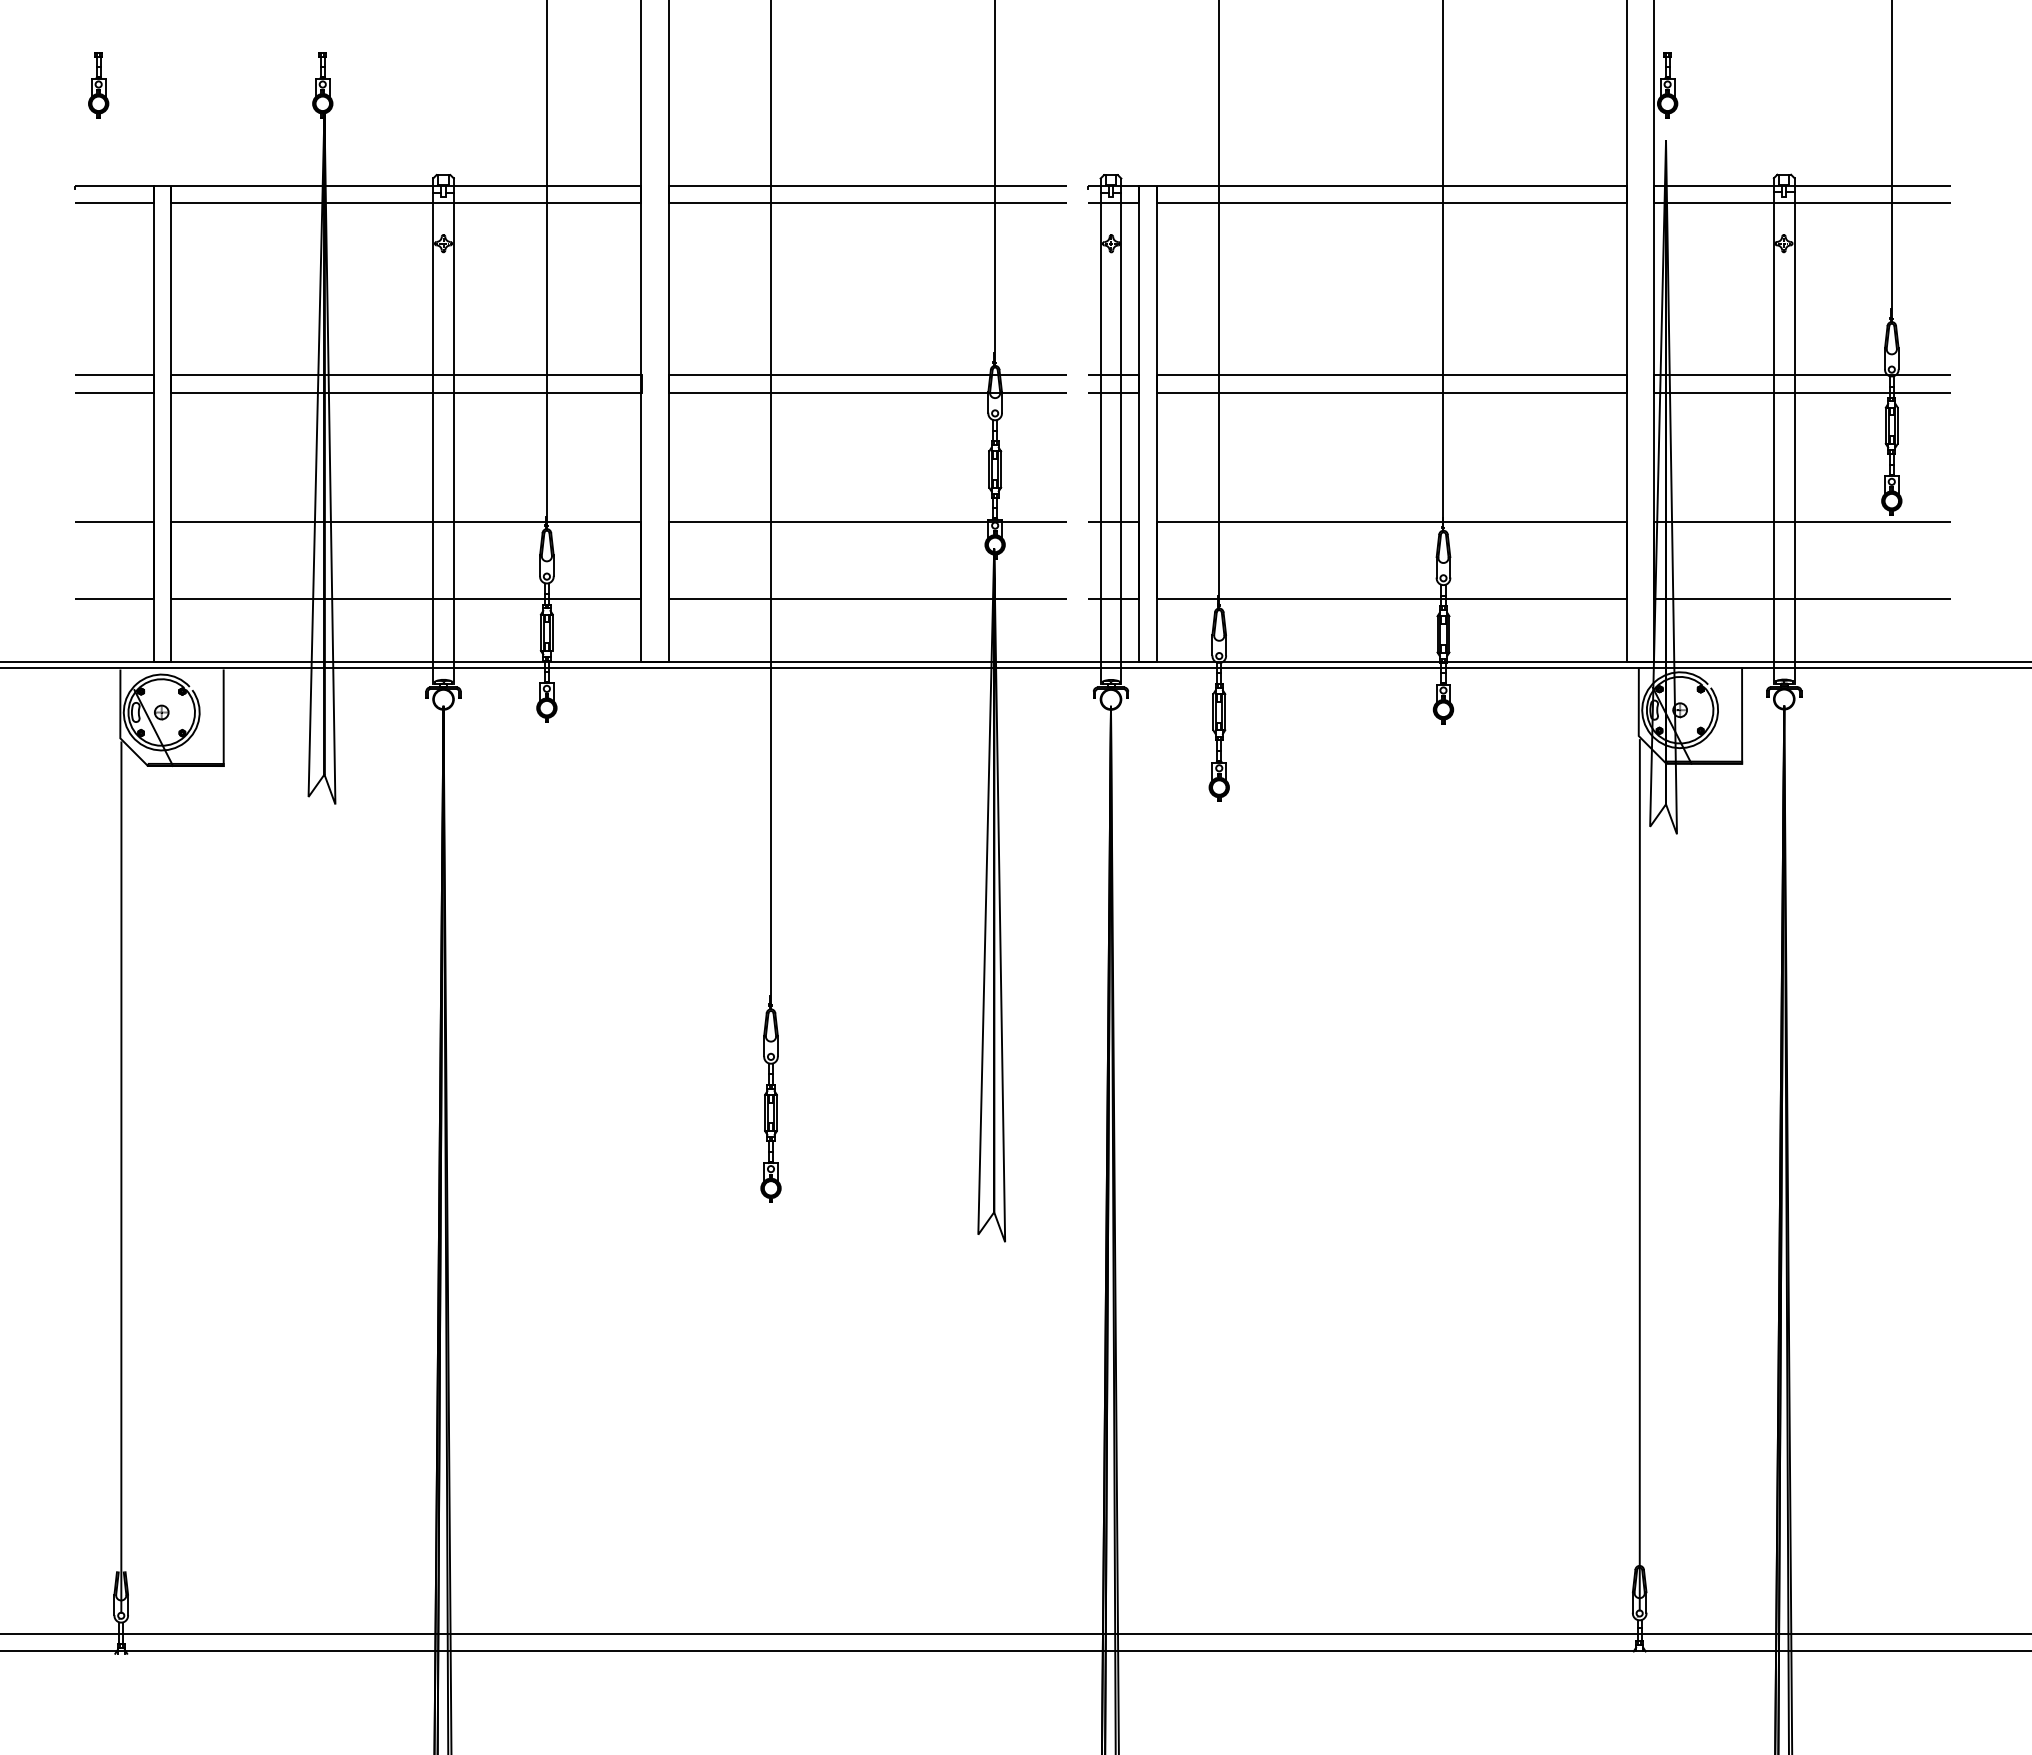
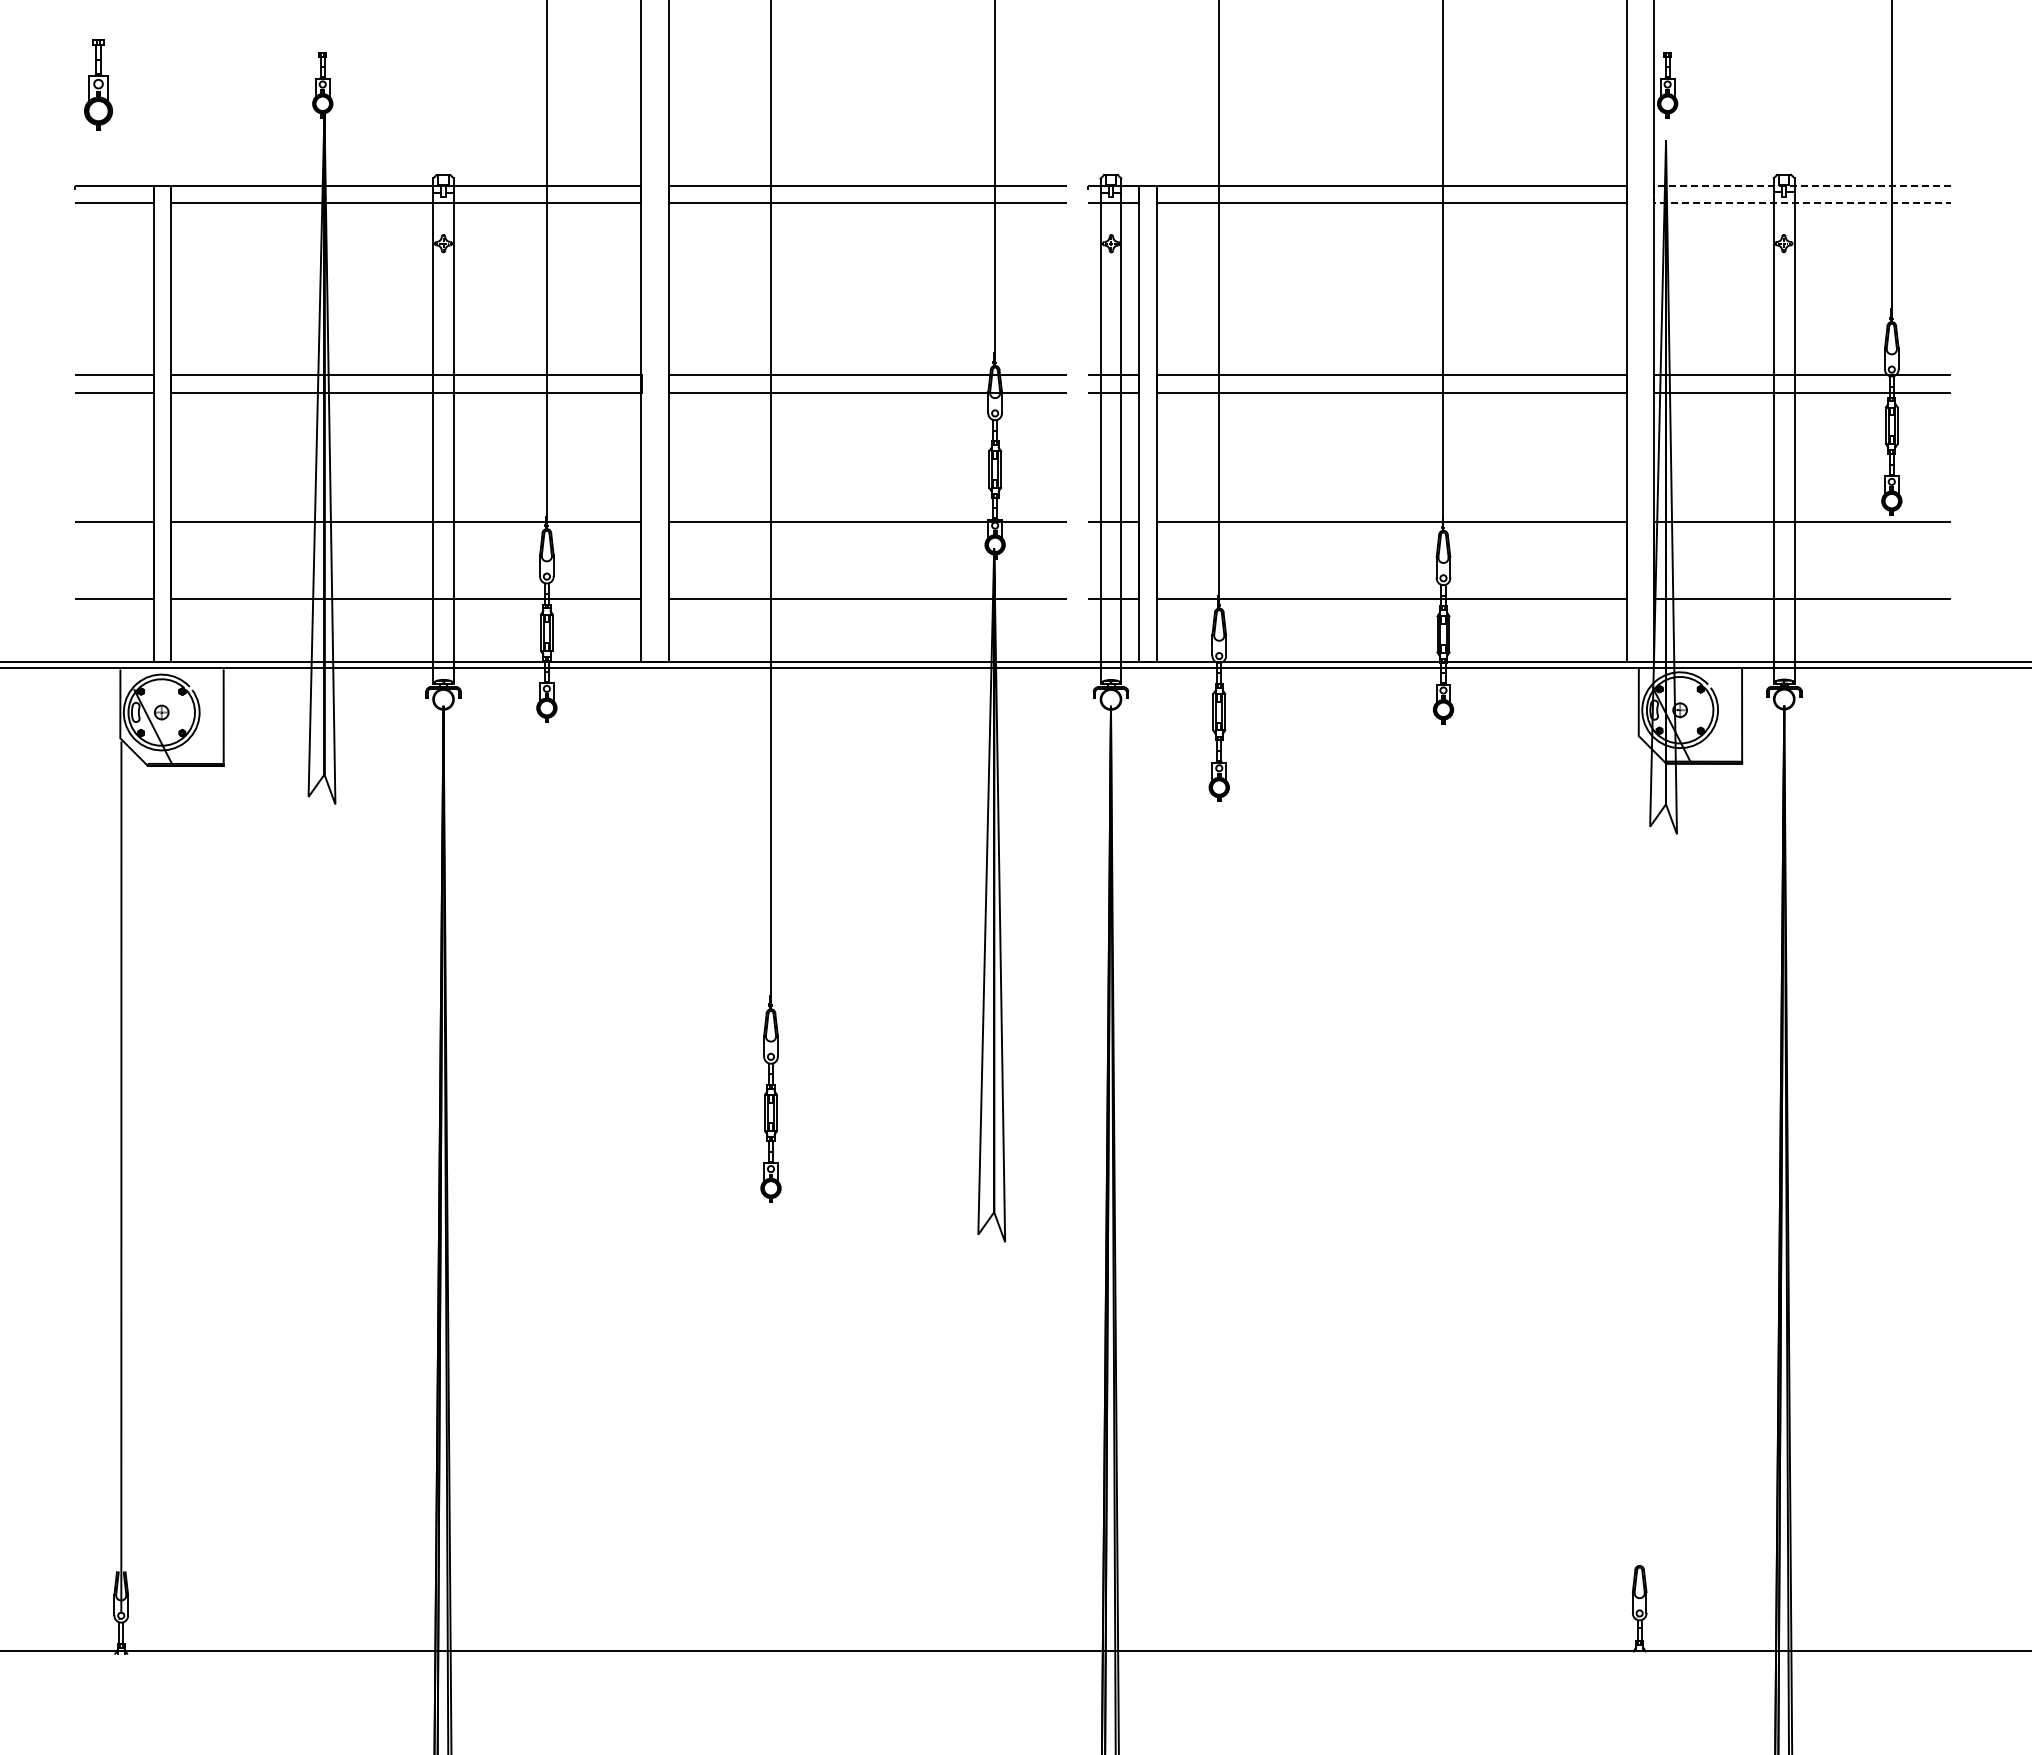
part at (98, 85) size: 22x67 px -> 29x92 px
line at (1654, 194): solid -> dashed
line at (1639, 1175): present -> none
line at (1015, 1634): present -> none
